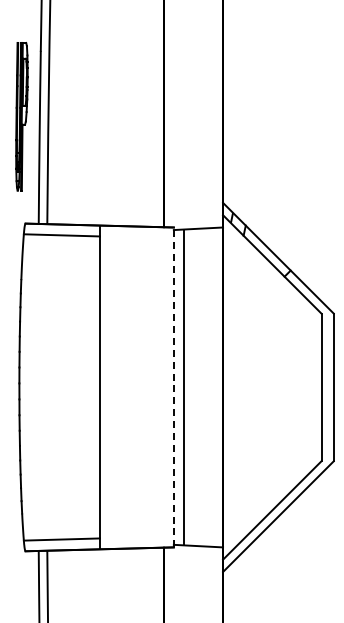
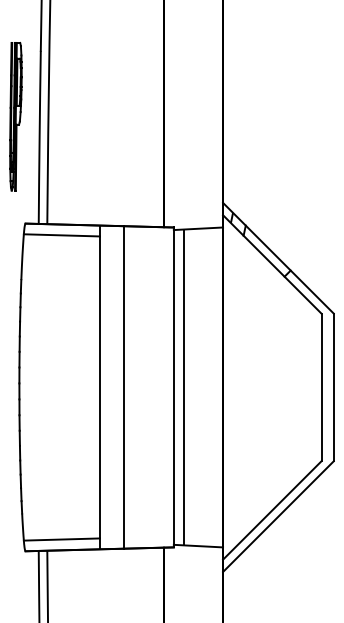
part at (21, 116) position: (21, 116) -> (15, 116)
line at (124, 387): none -> present
line at (173, 387): dashed -> solid
